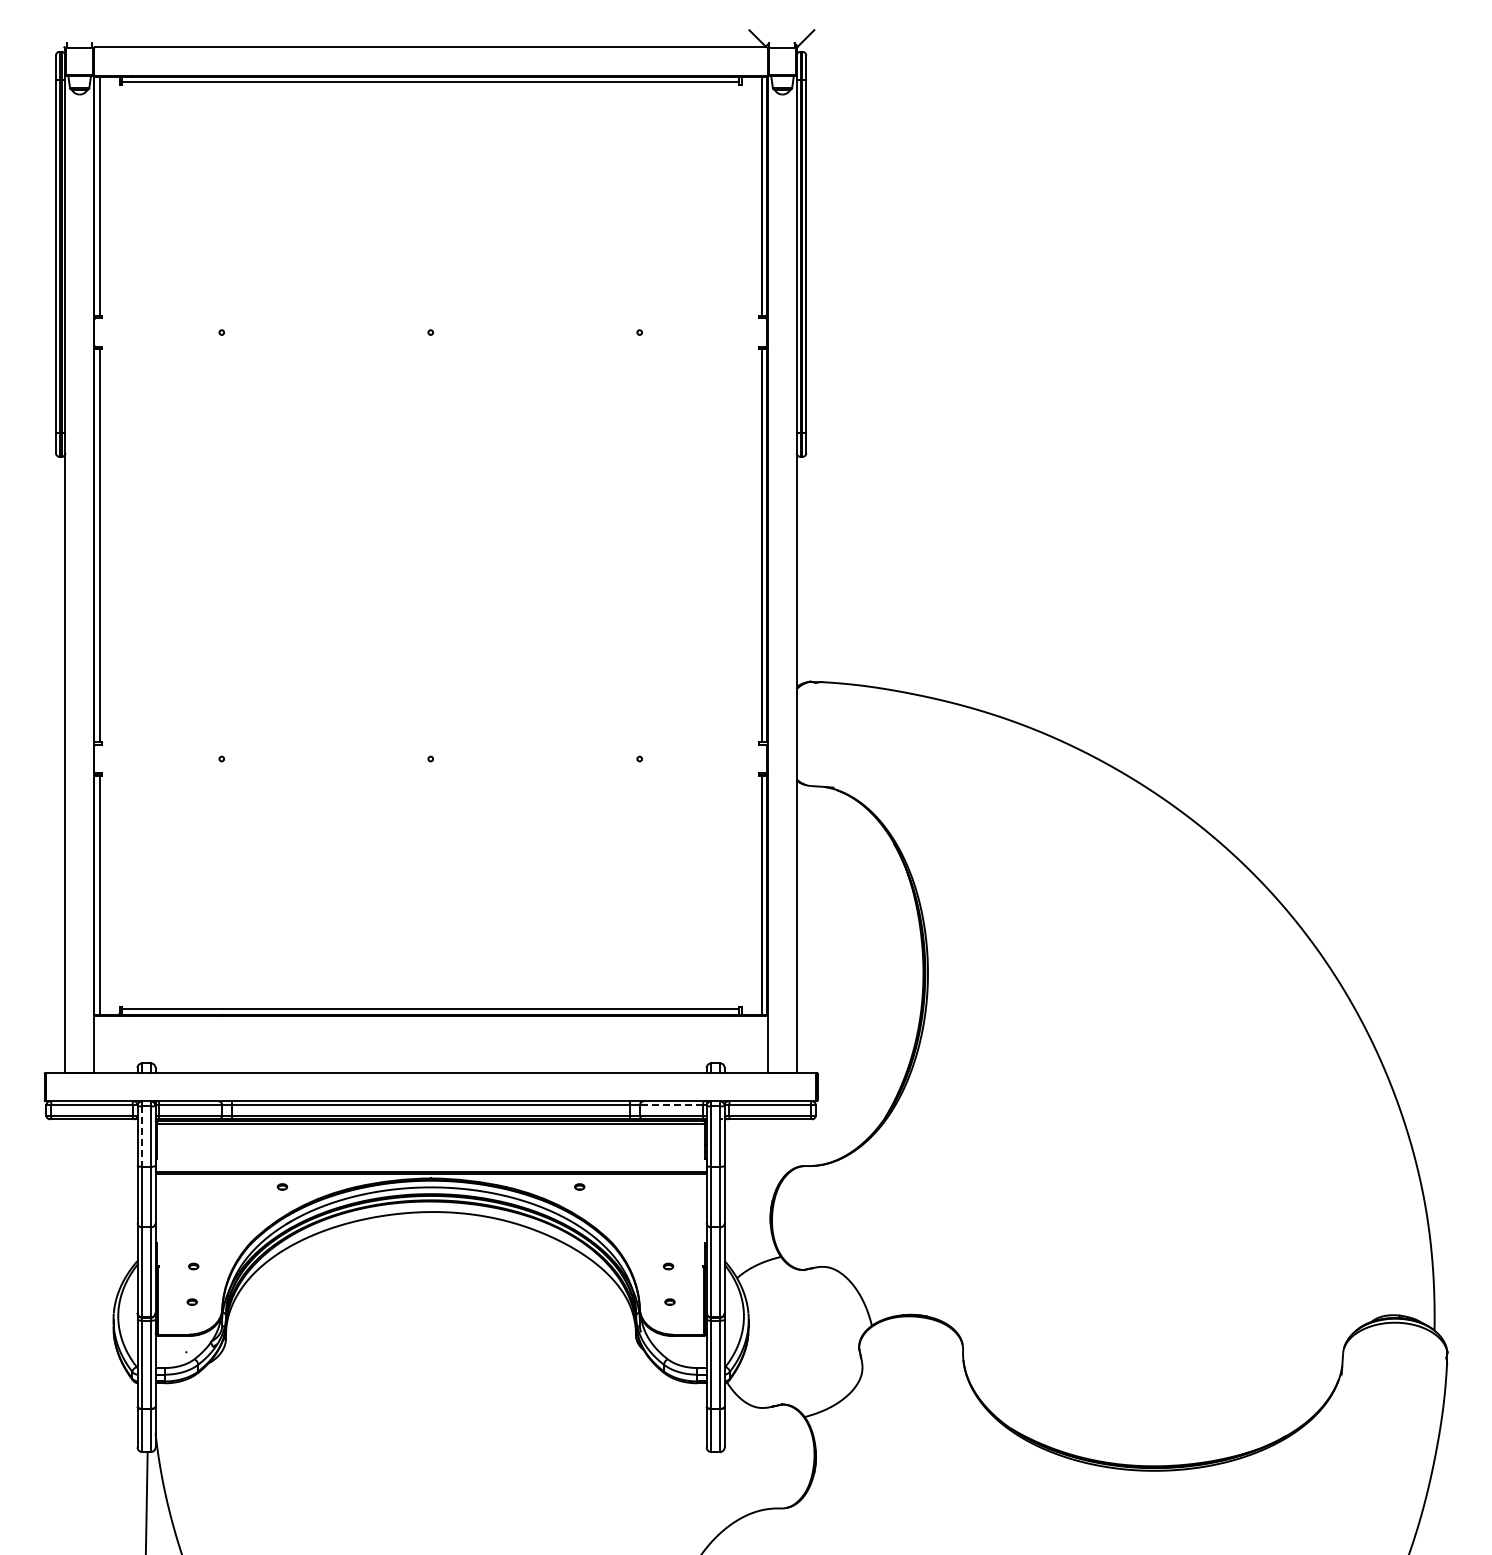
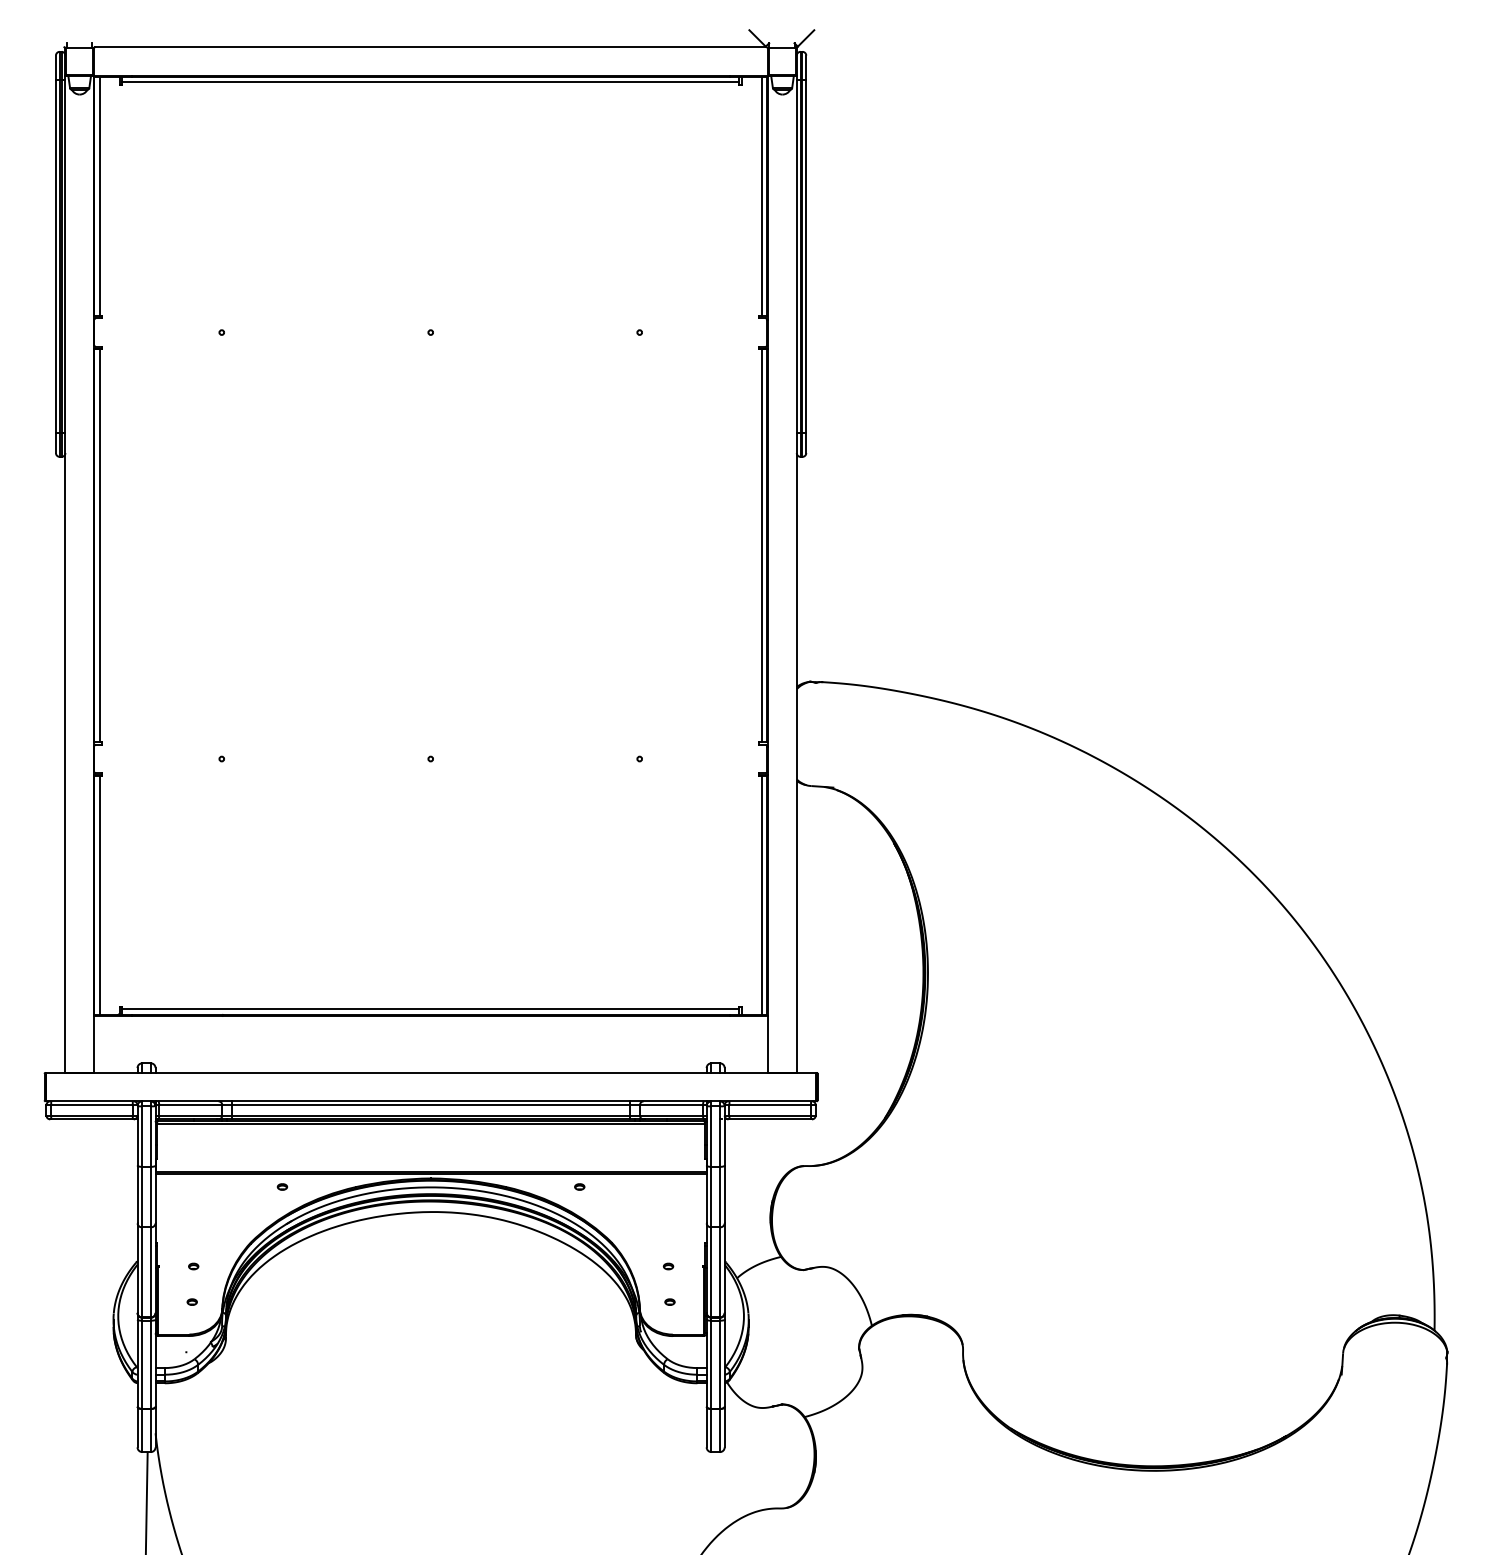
line at (671, 1105): dashed -> solid
line at (142, 1137): dashed -> solid
